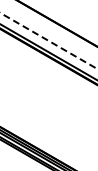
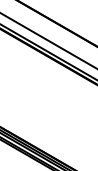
line at (49, 41): dashed -> solid
